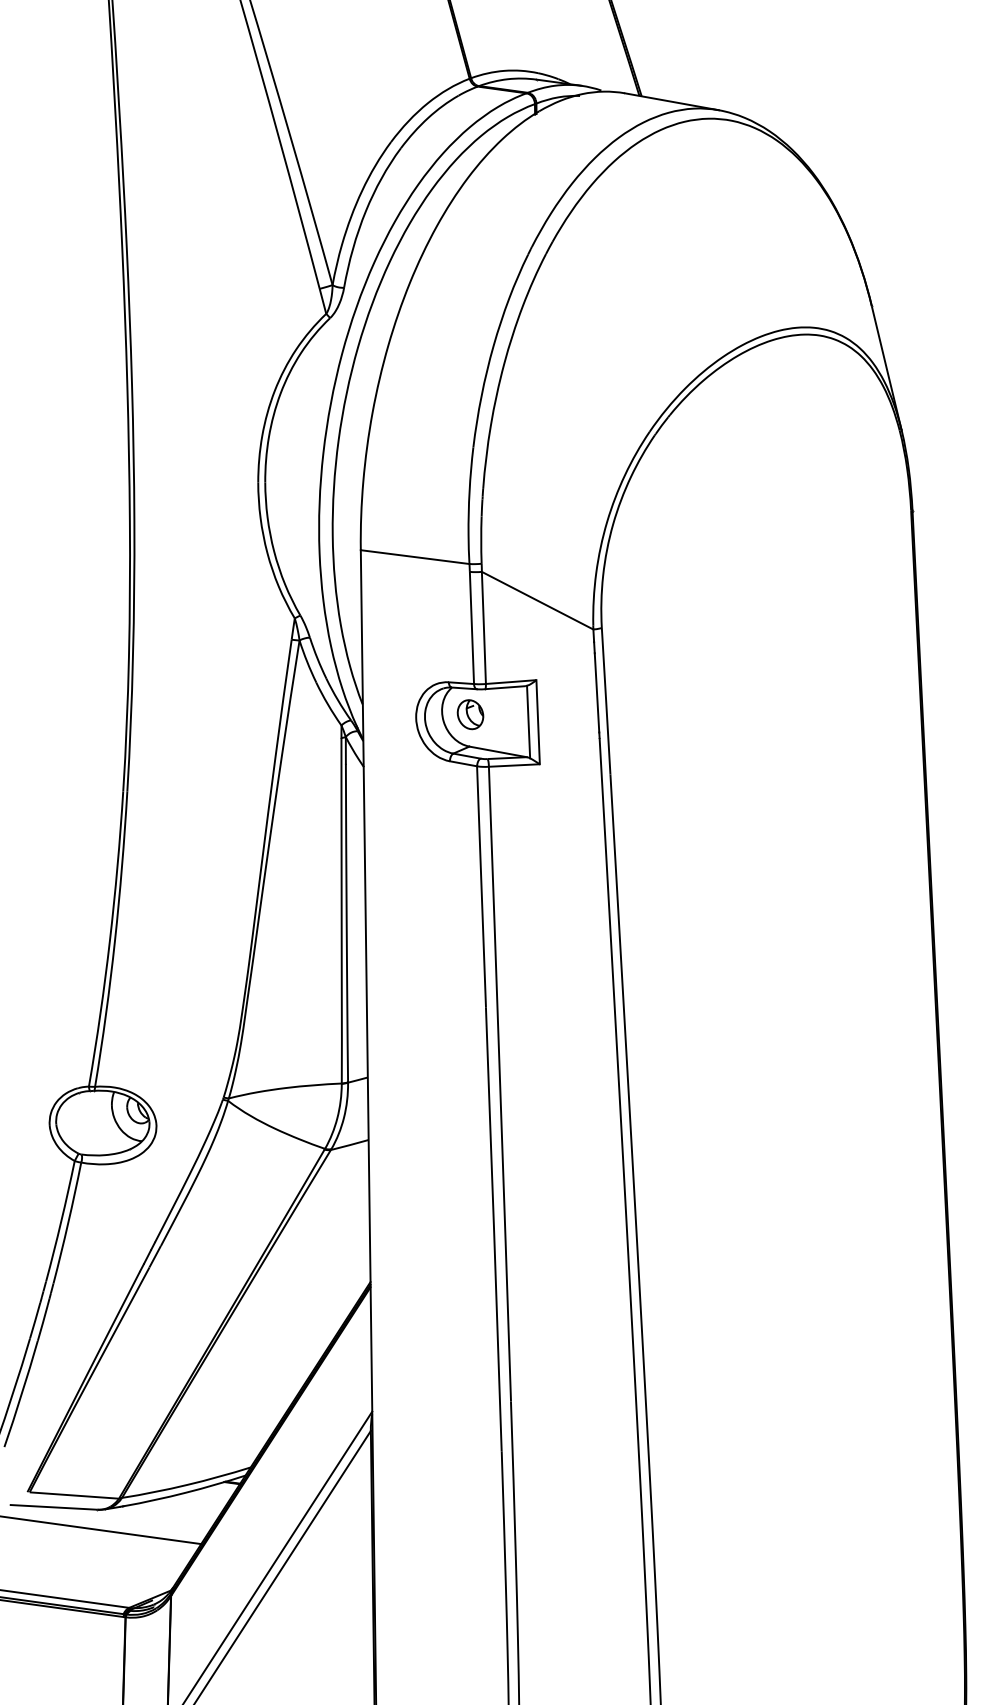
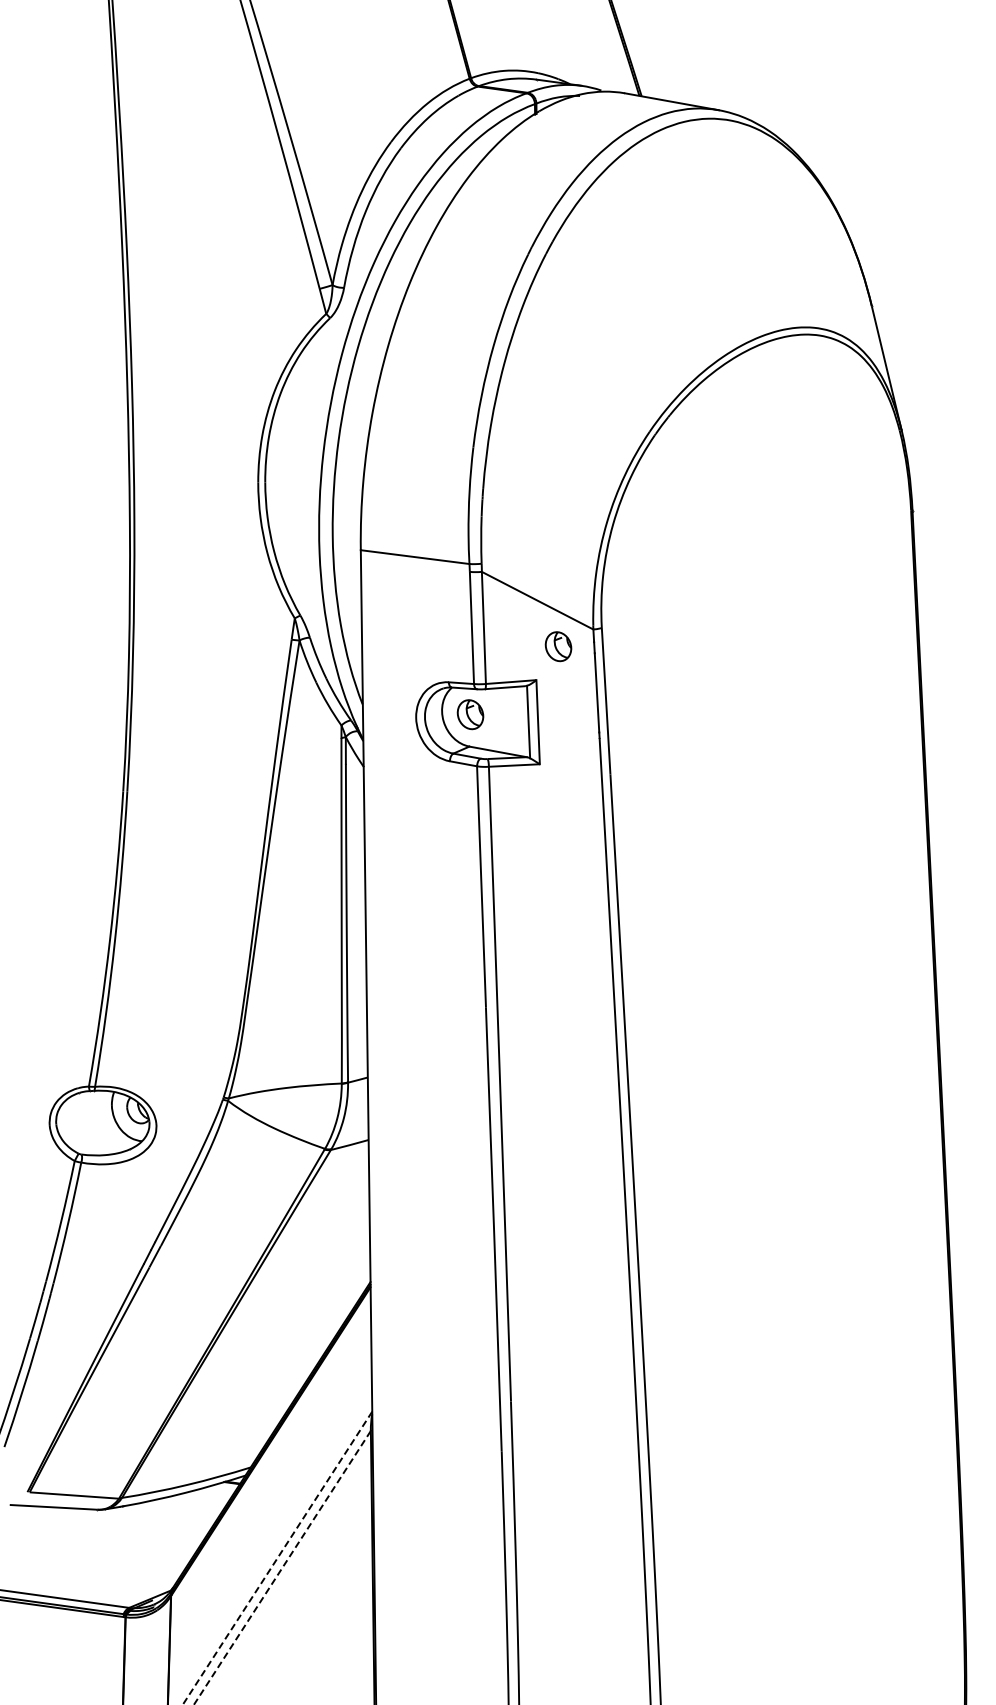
part at (558, 646): none -> present
line at (101, 1530): present -> none
line at (277, 1558): solid -> dashed
line at (282, 1567): solid -> dashed
